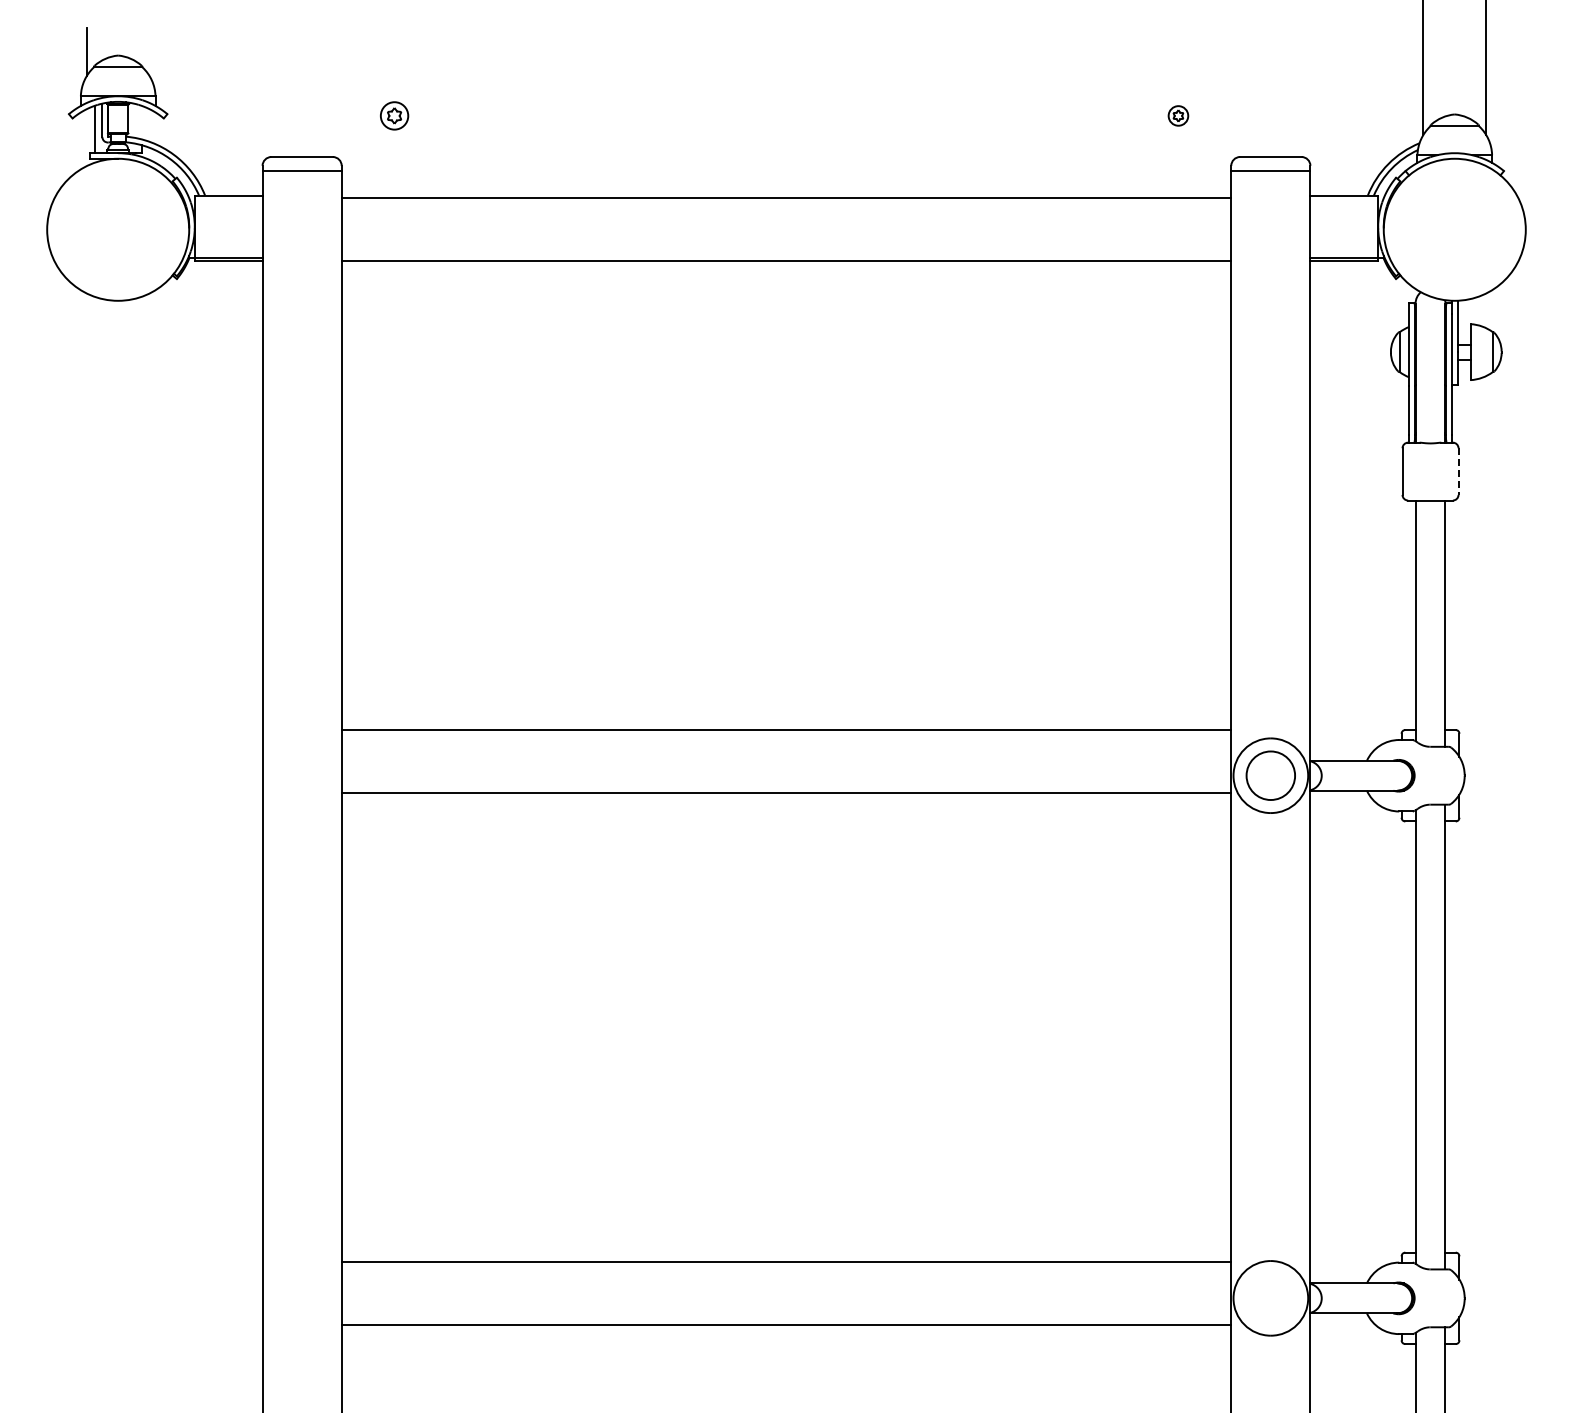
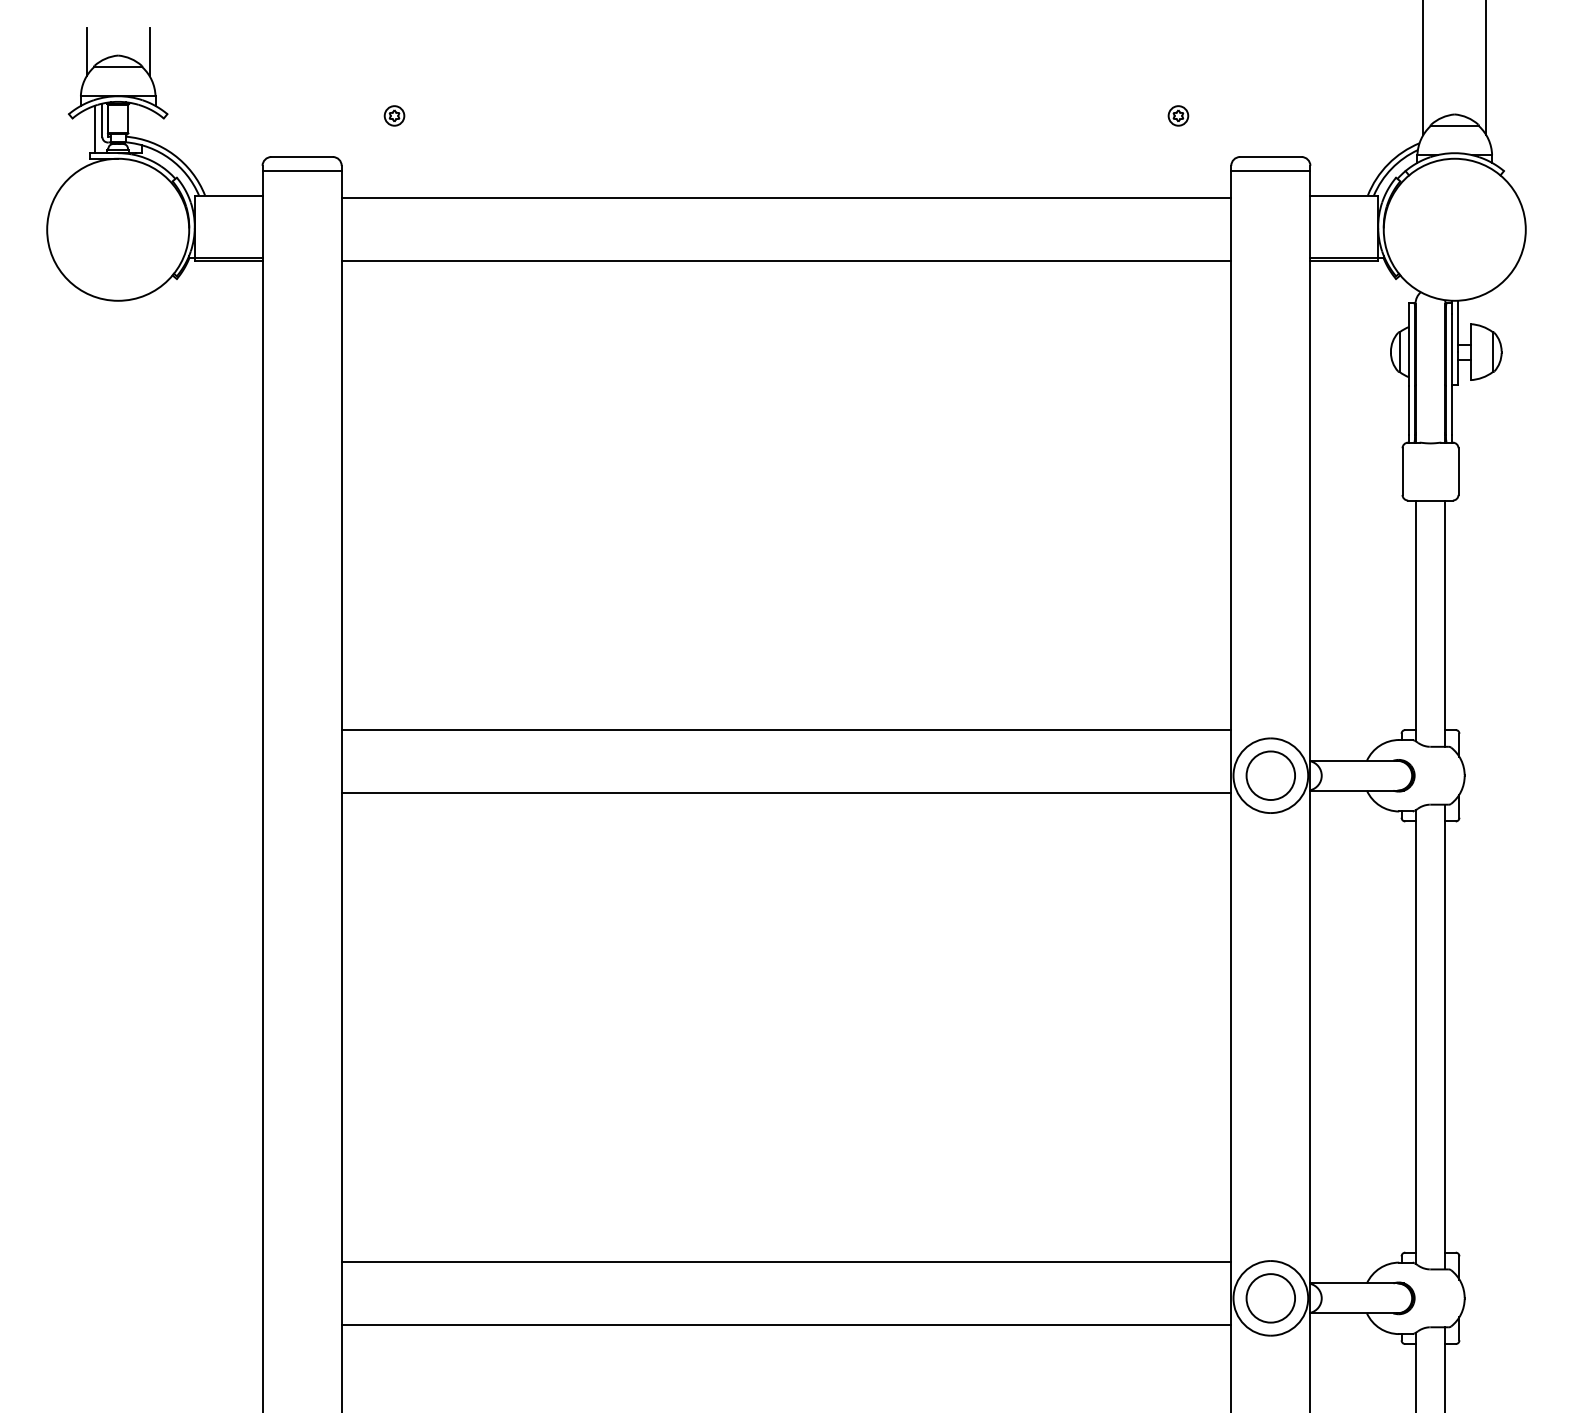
line at (149, 52): none -> present
part at (394, 115) size: 30x30 px -> 23x22 px
line at (1458, 472): dashed -> solid
circle at (1270, 1298): none -> present
